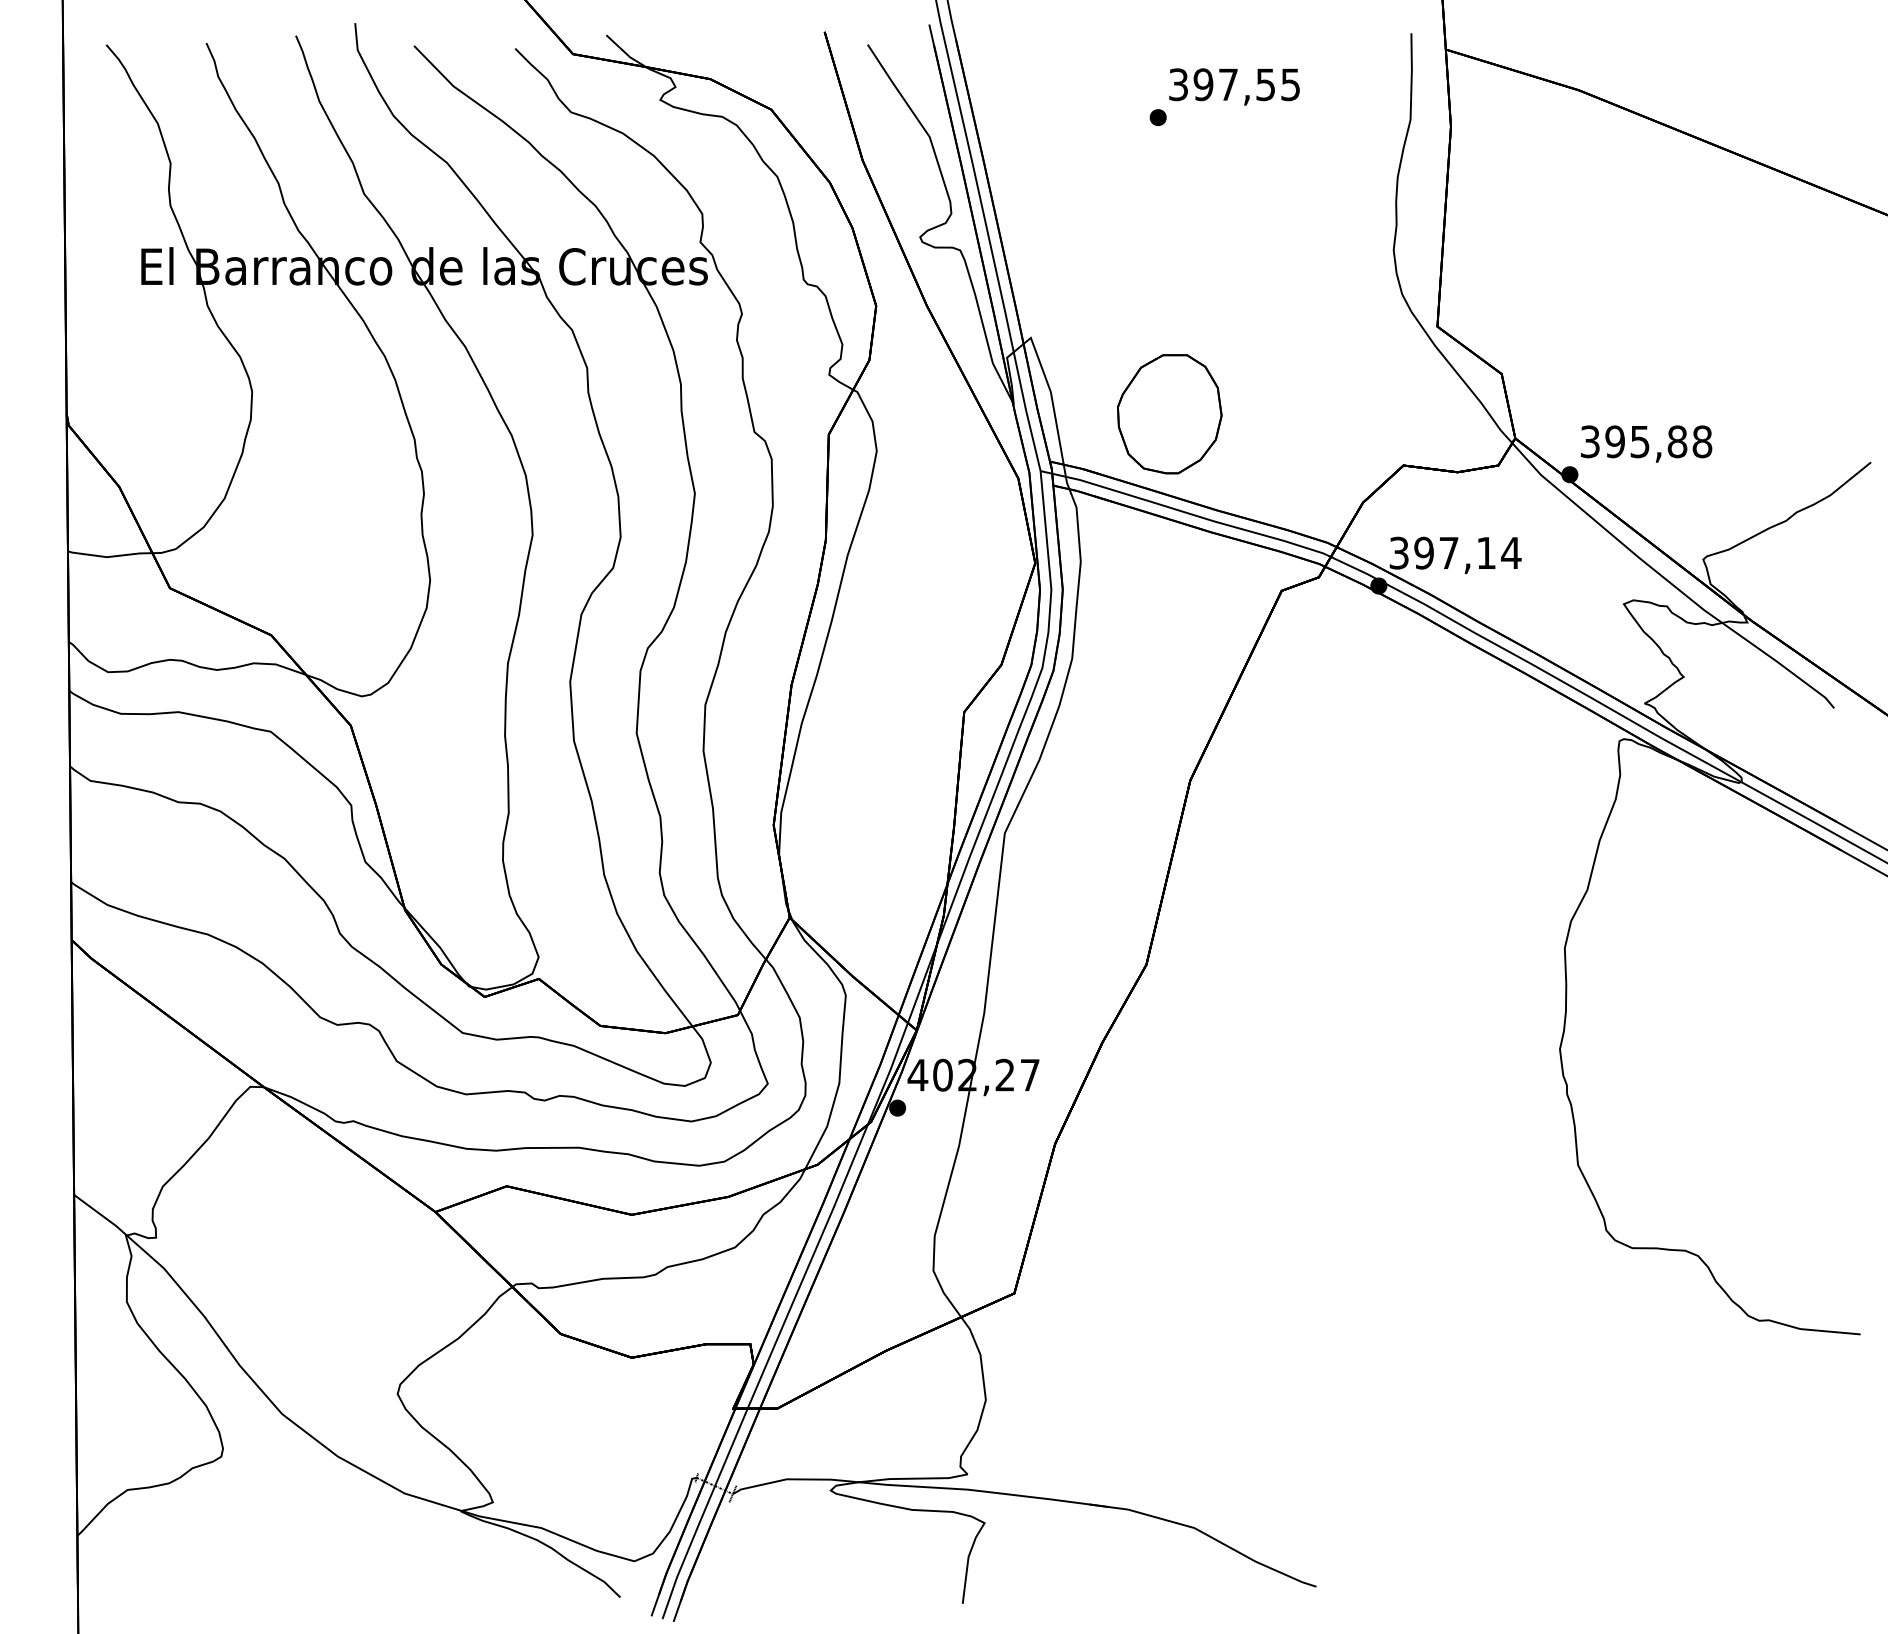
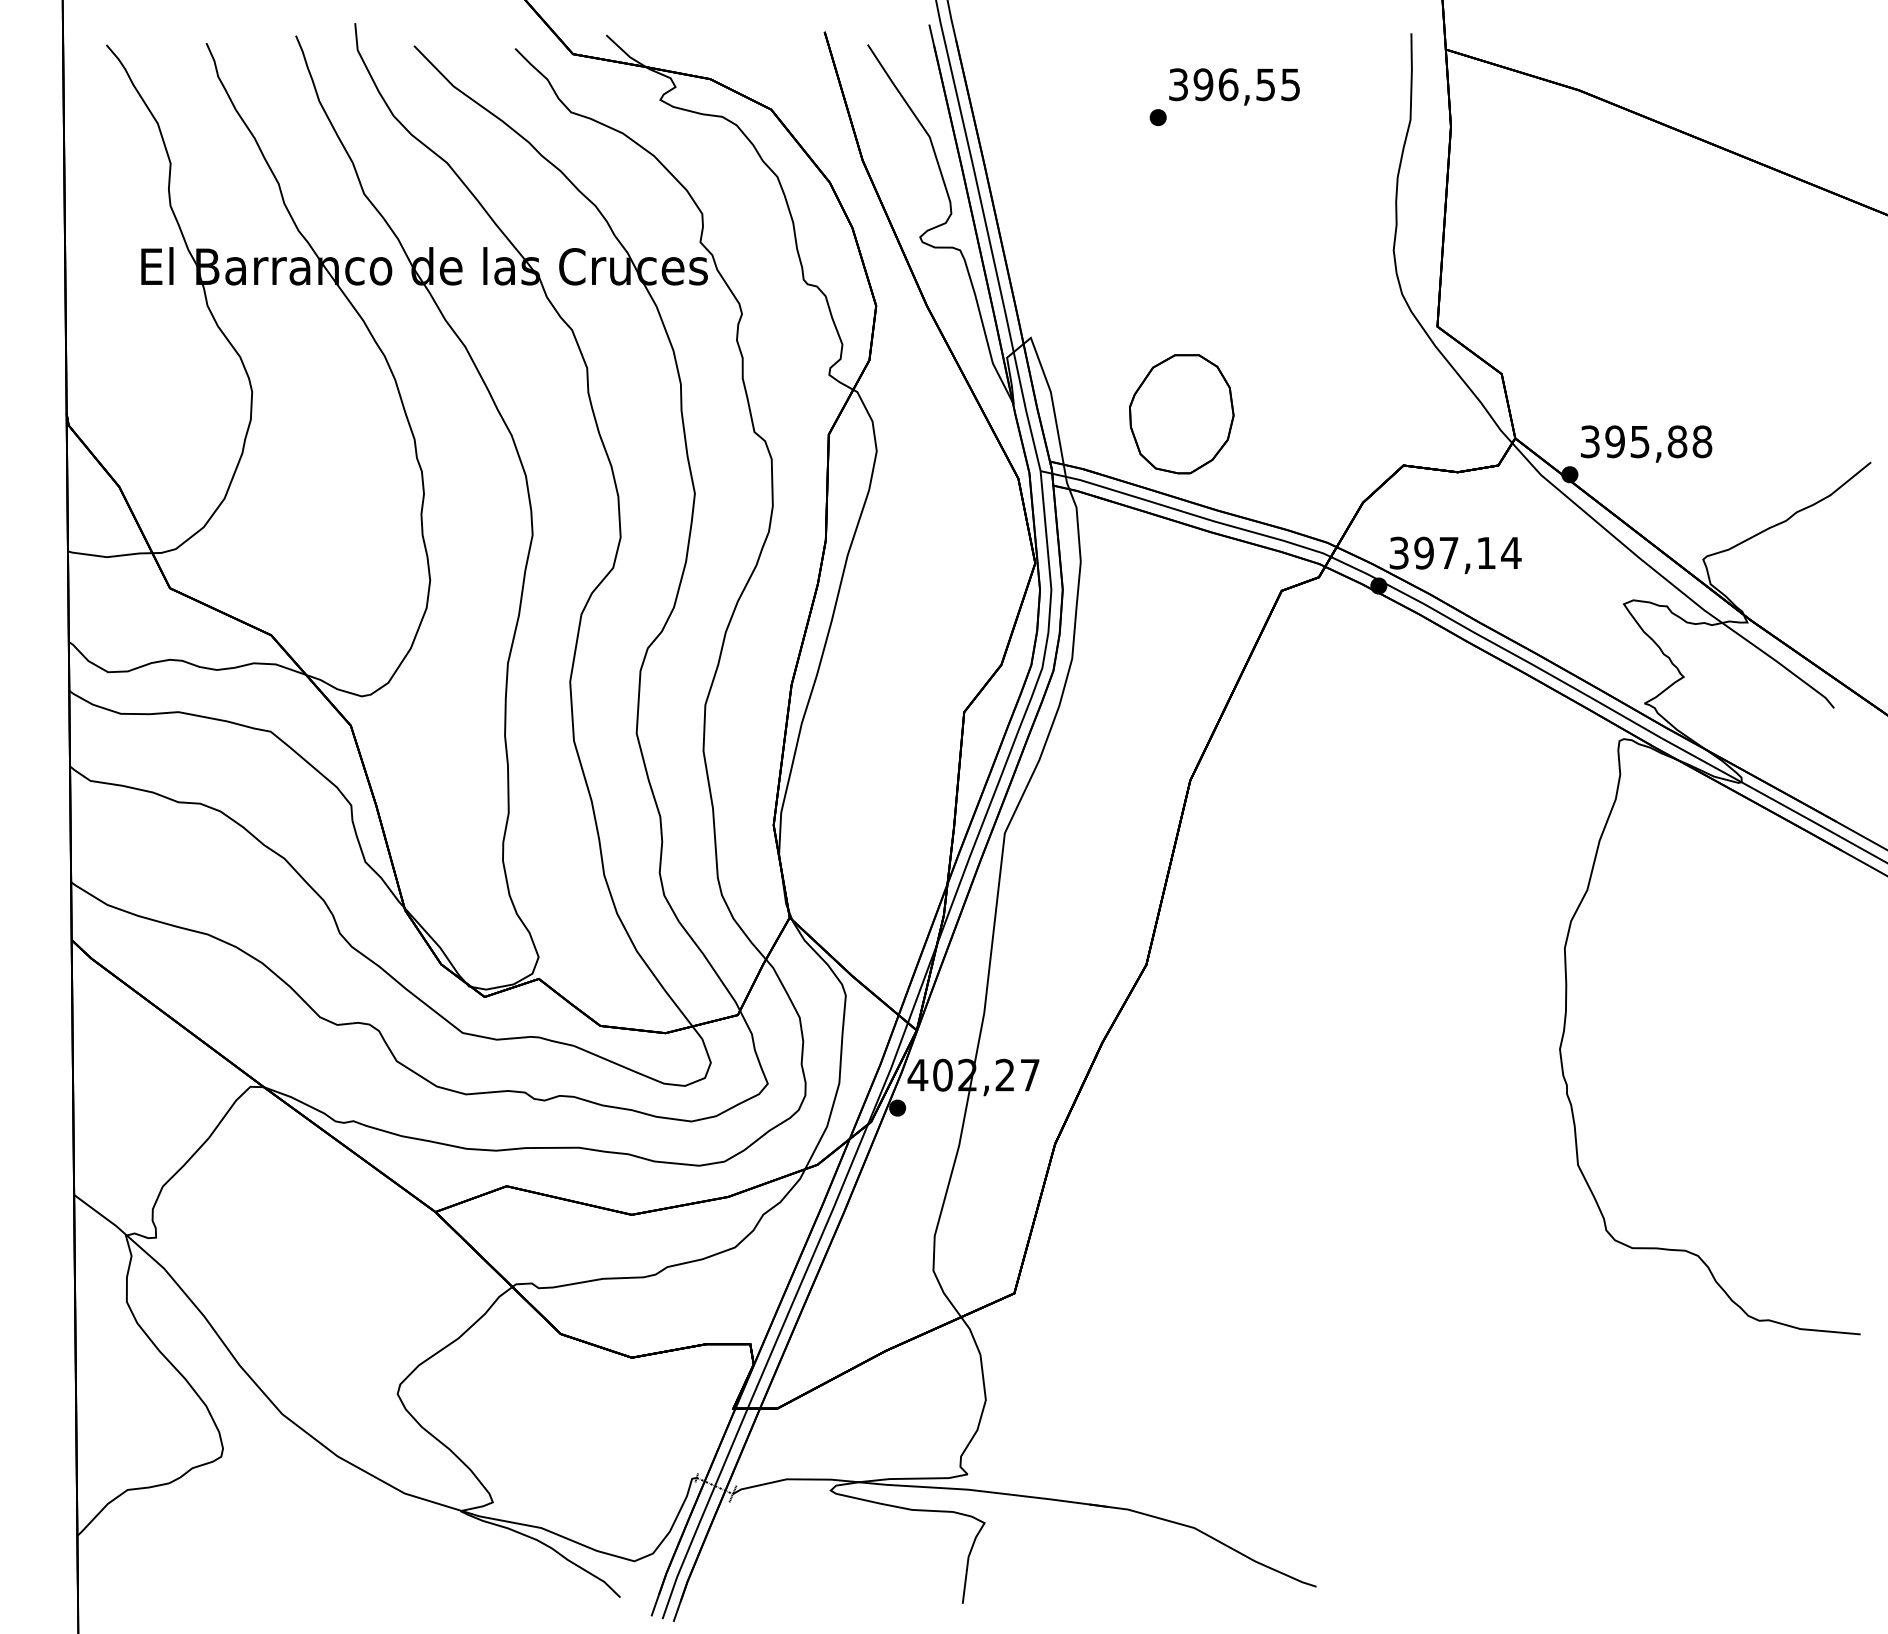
text at (1228, 84): 397,55 -> 396,55
part at (1169, 414) position: (1169, 414) -> (1181, 414)
